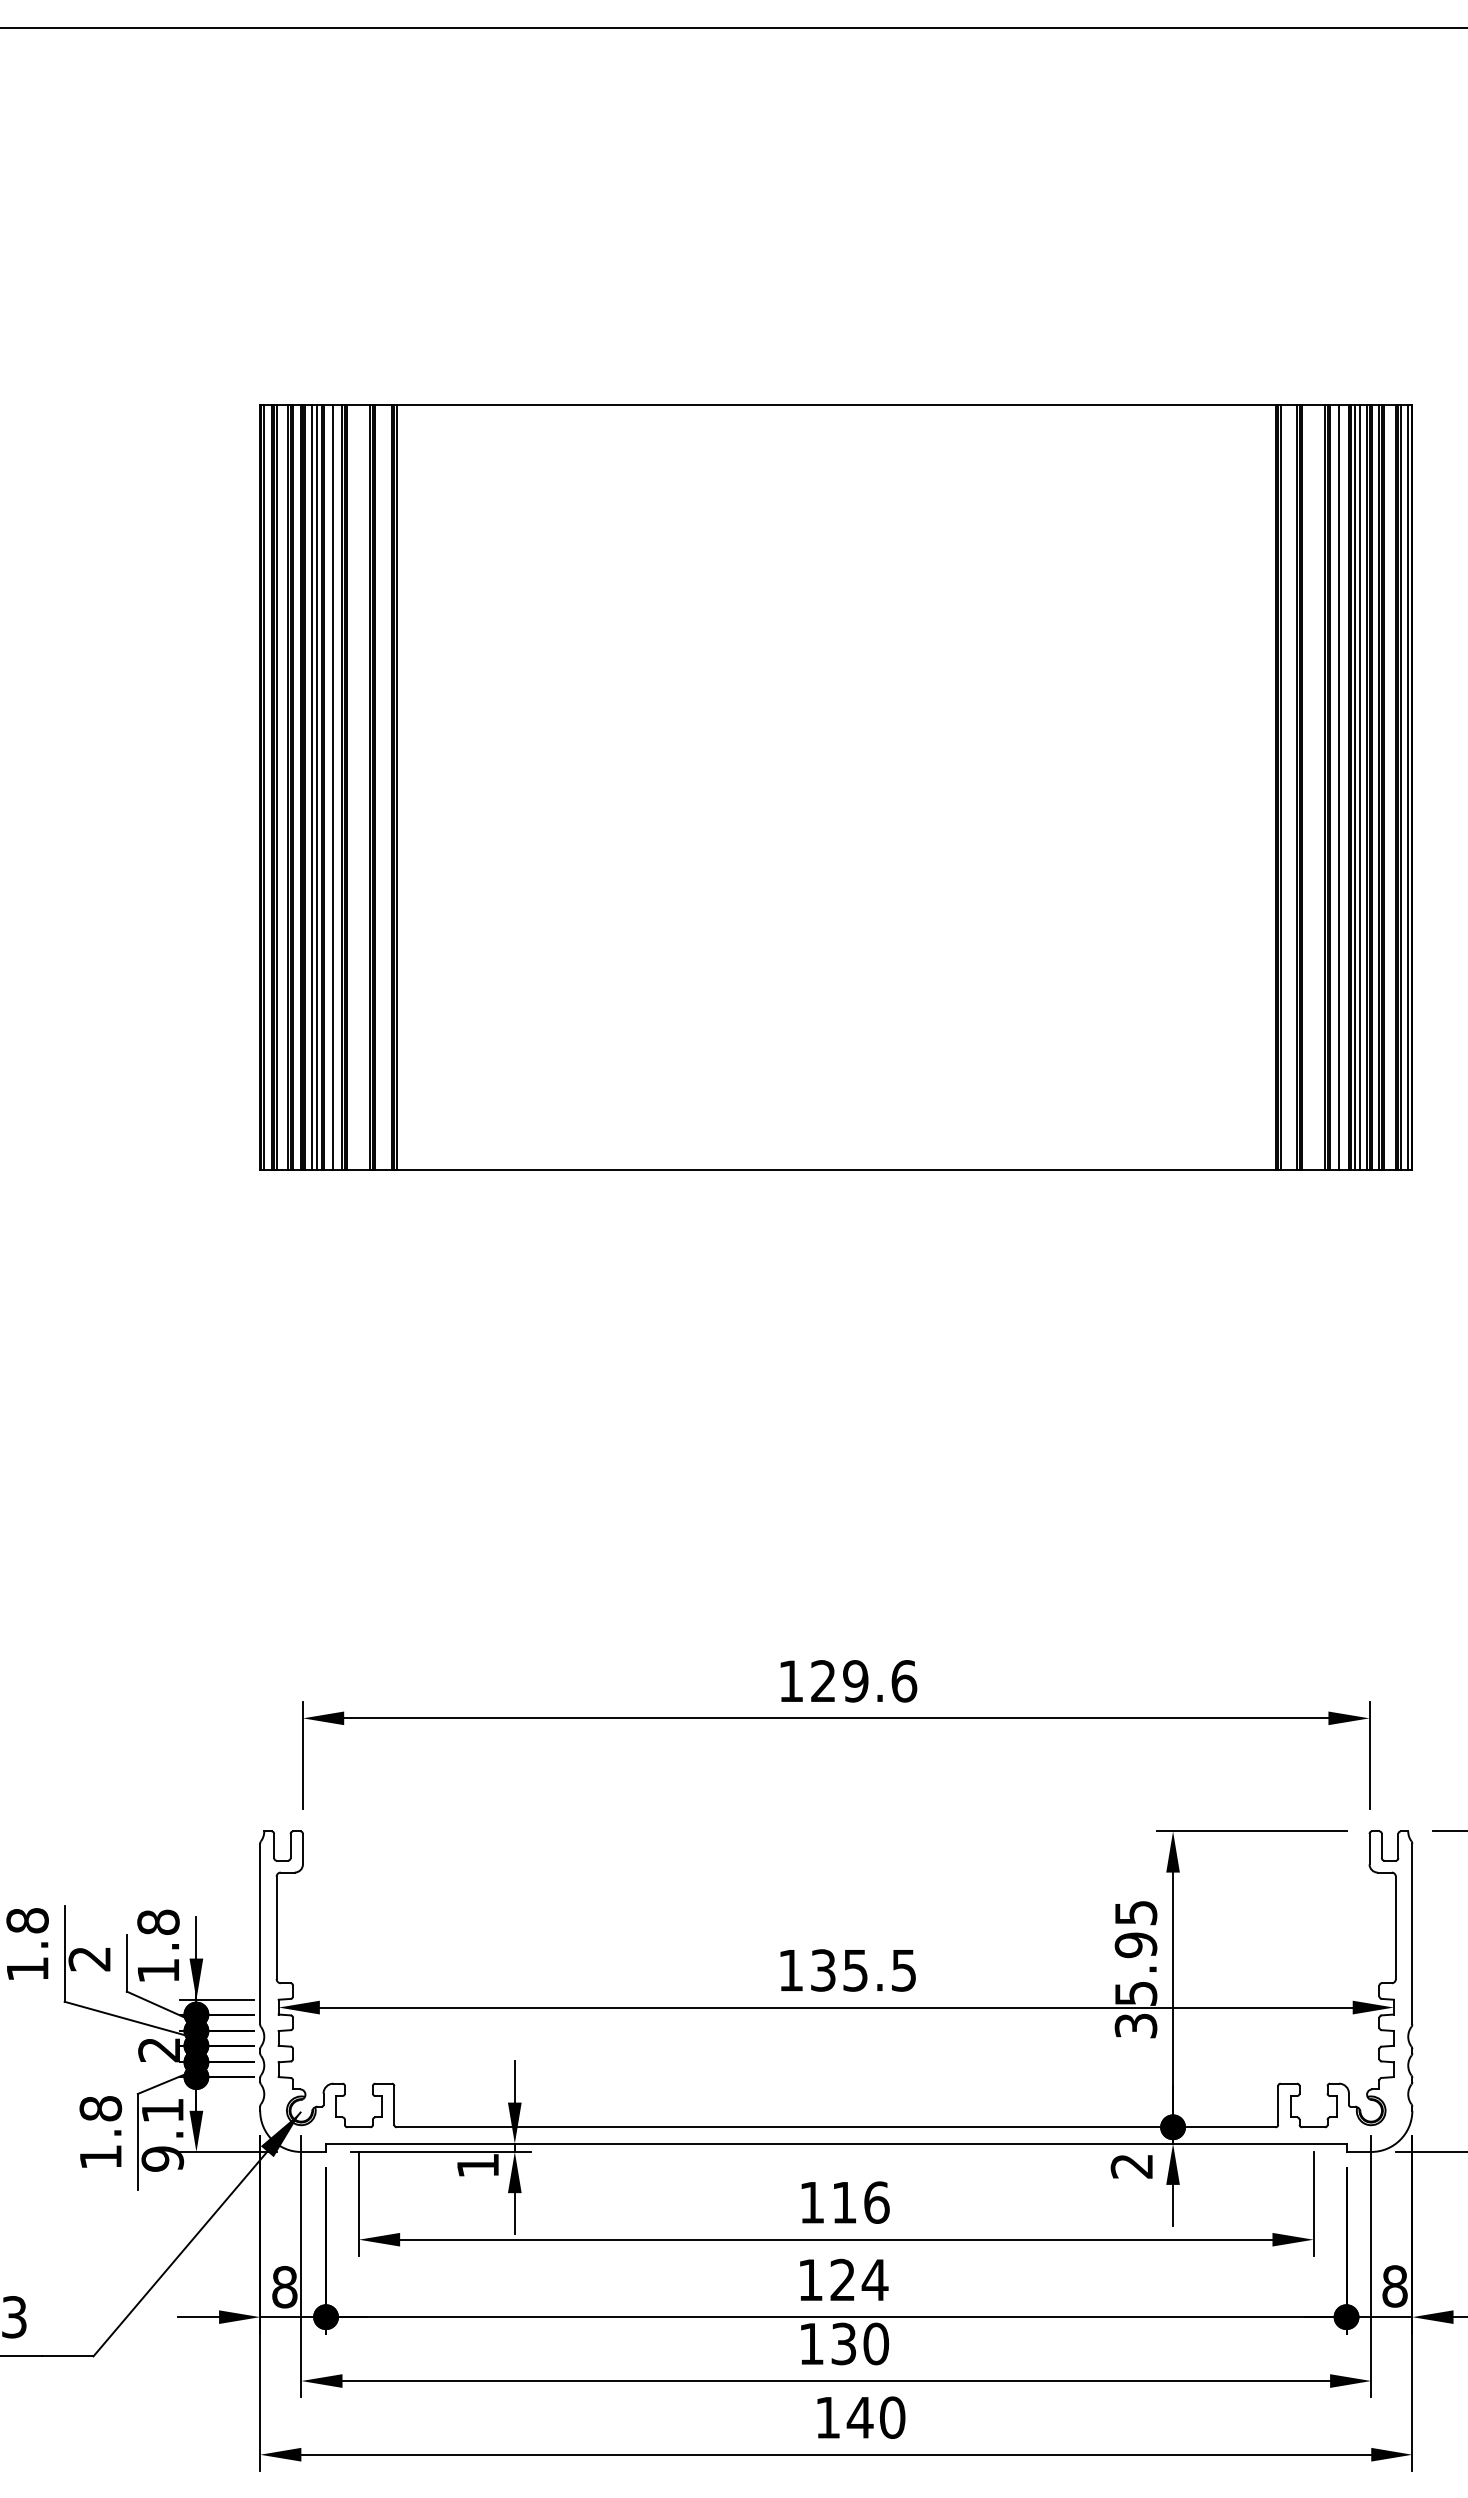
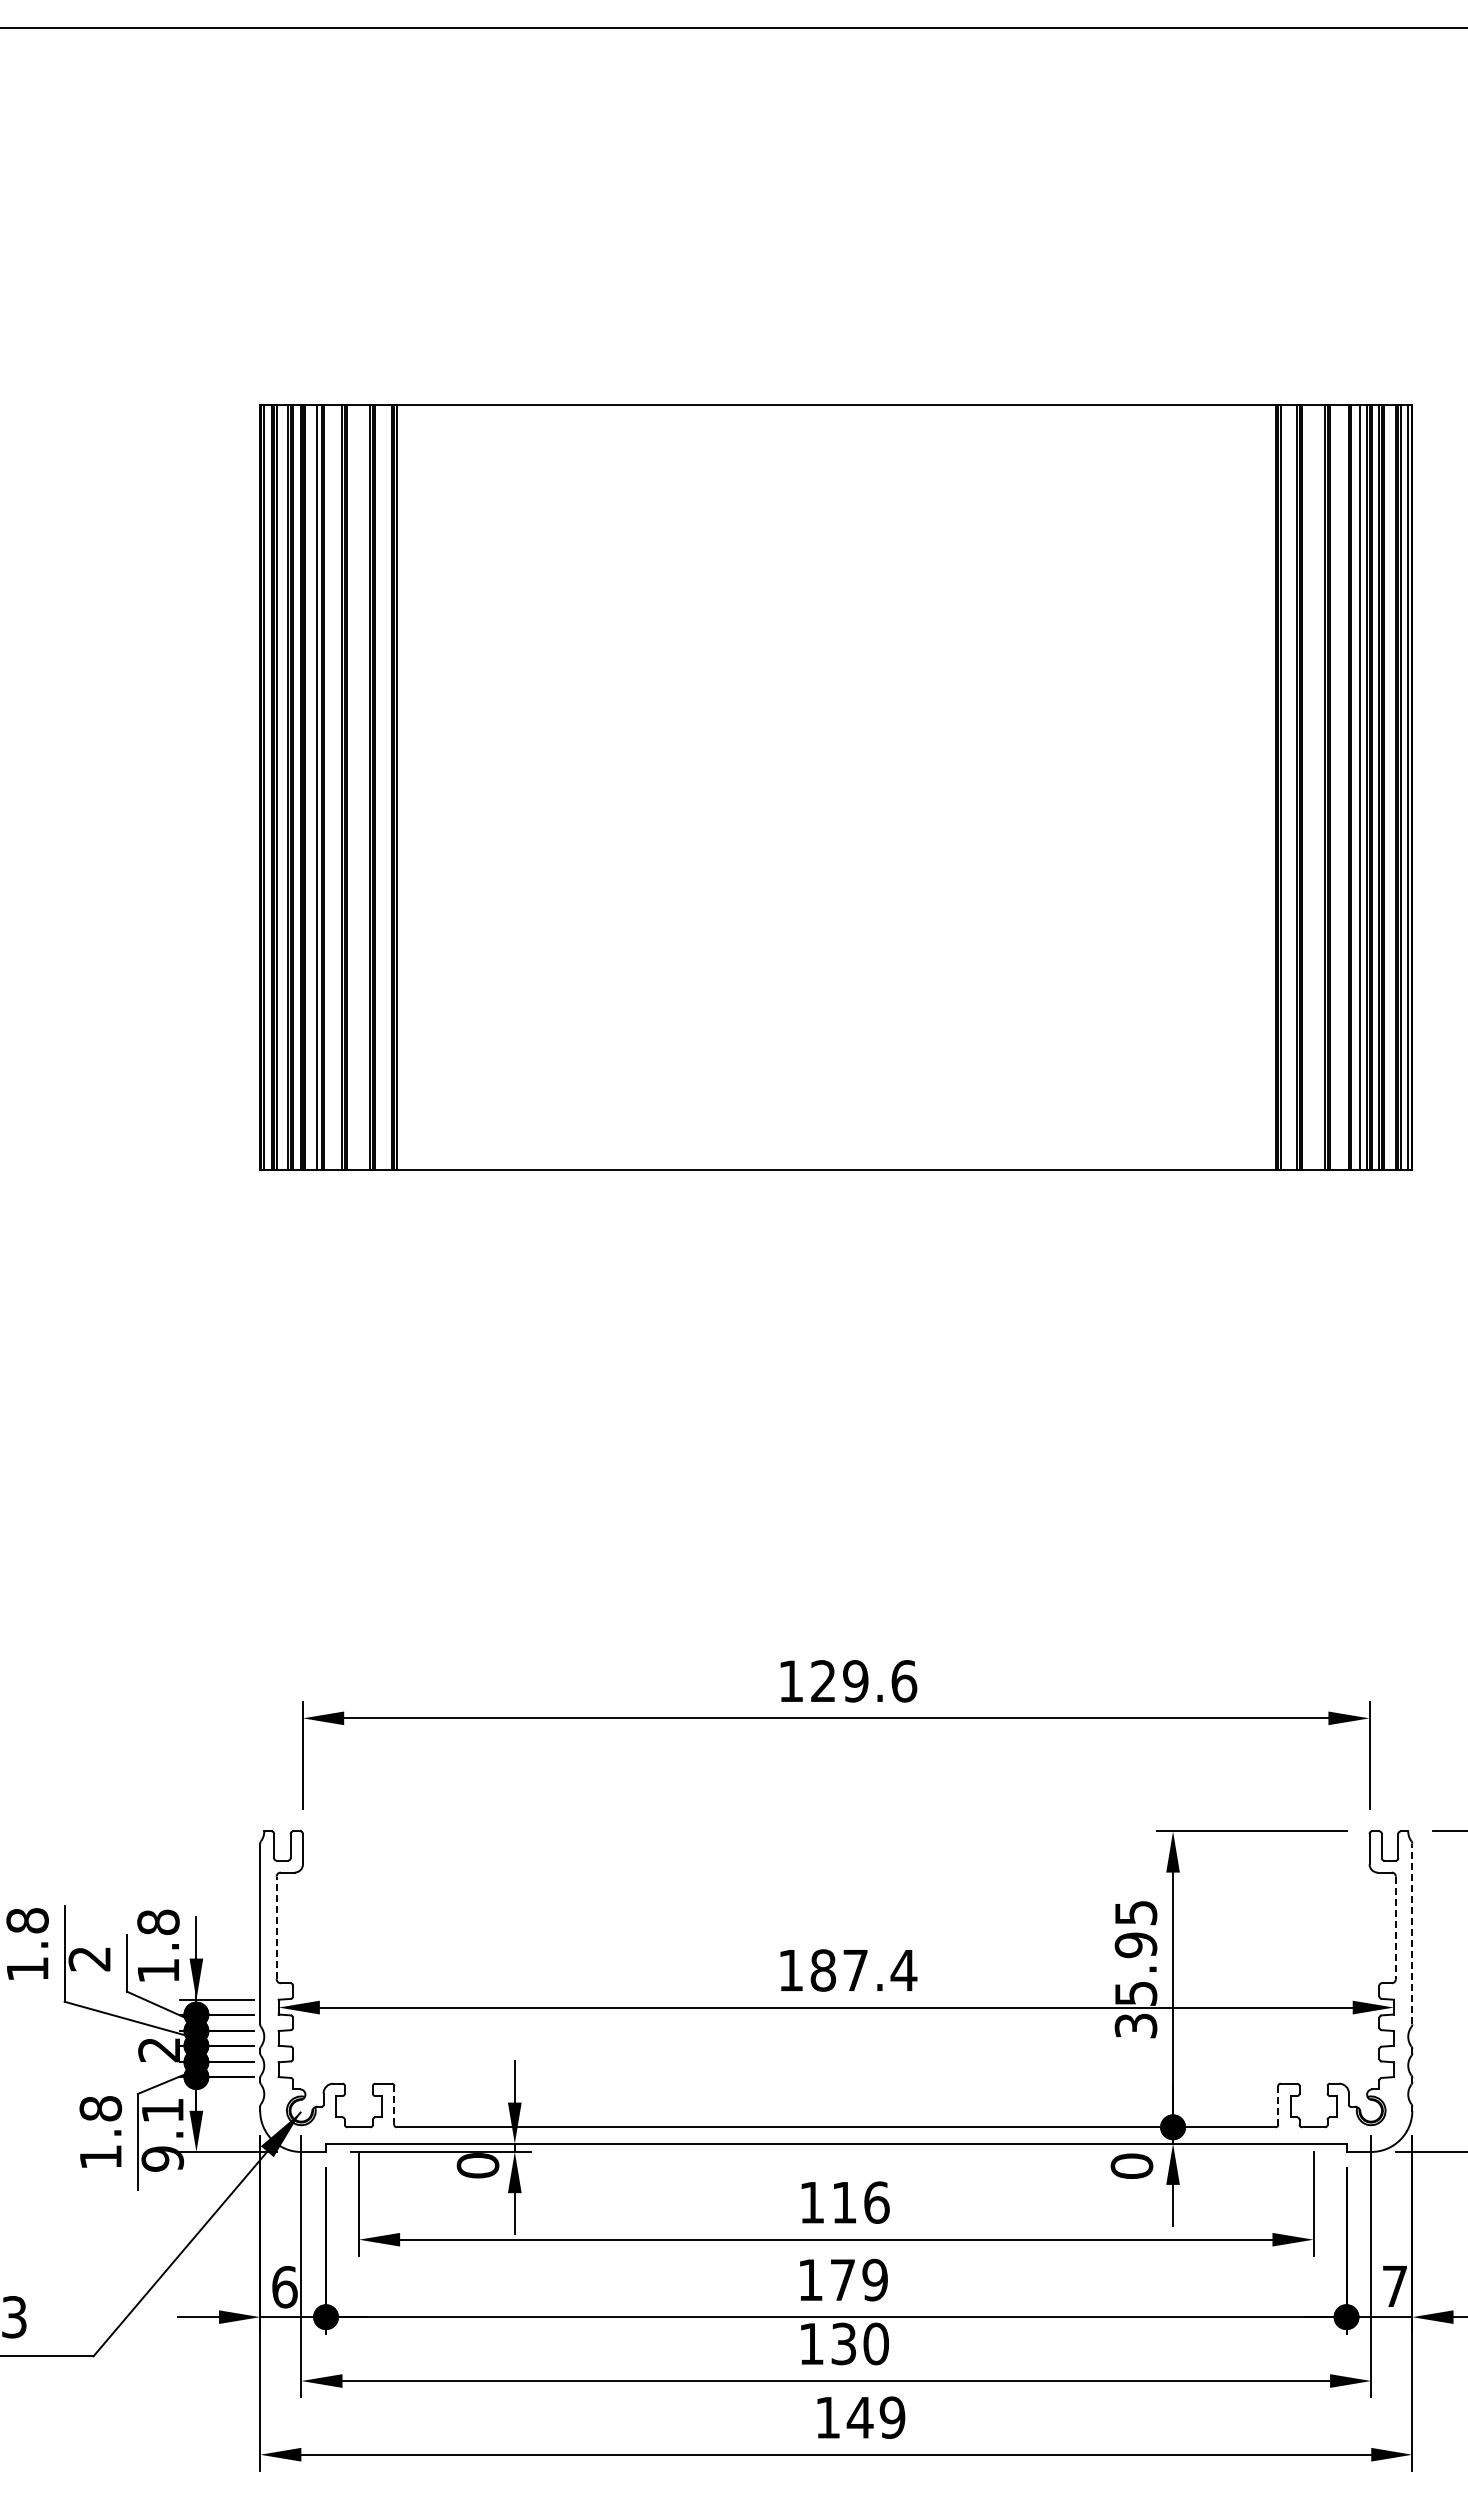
line at (312, 786): present -> none
line at (333, 786): present -> none
line at (1339, 786): present -> none
line at (1355, 786): present -> none
line at (276, 1927): solid -> dashed
line at (1395, 1928): solid -> dashed
line at (1412, 1933): solid -> dashed
text at (863, 1970): 135.5 -> 187.4
line at (394, 2104): solid -> dashed
line at (1278, 2105): solid -> dashed
text at (477, 2165): 1 -> 0
text at (1131, 2165): 2 -> 0
text at (859, 2279): 124 -> 179
text at (284, 2286): 8 -> 6
text at (1394, 2286): 8 -> 7
text at (892, 2417): 140 -> 149
